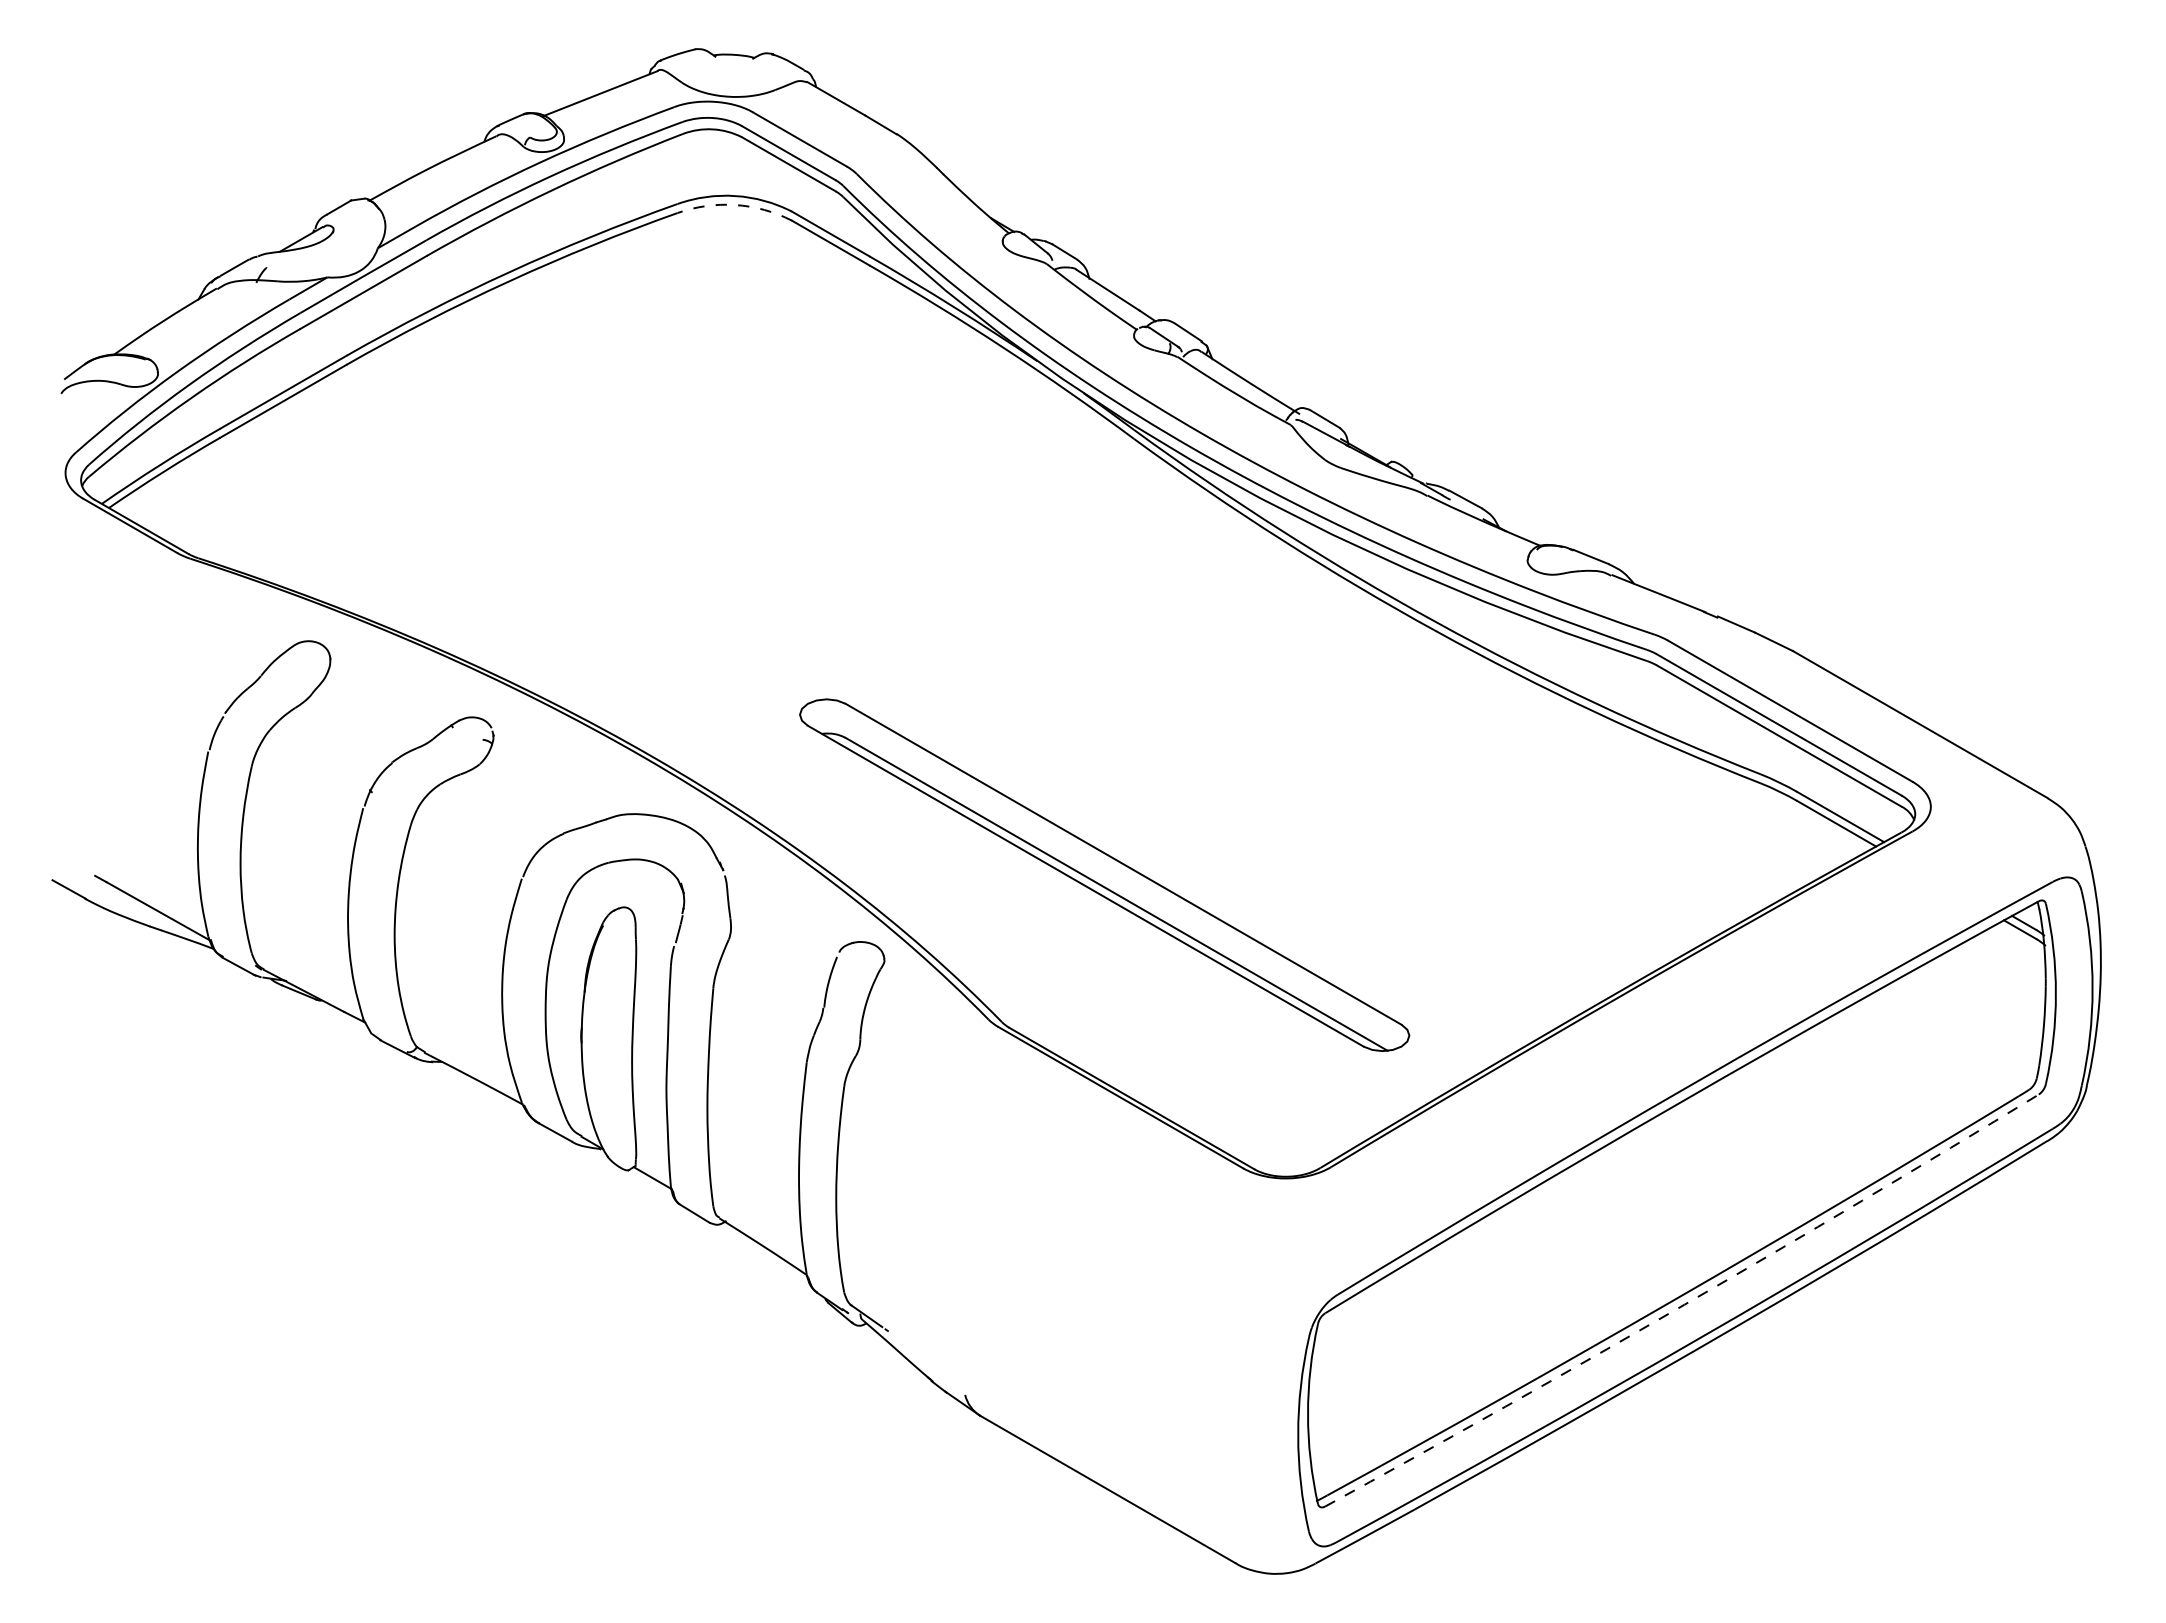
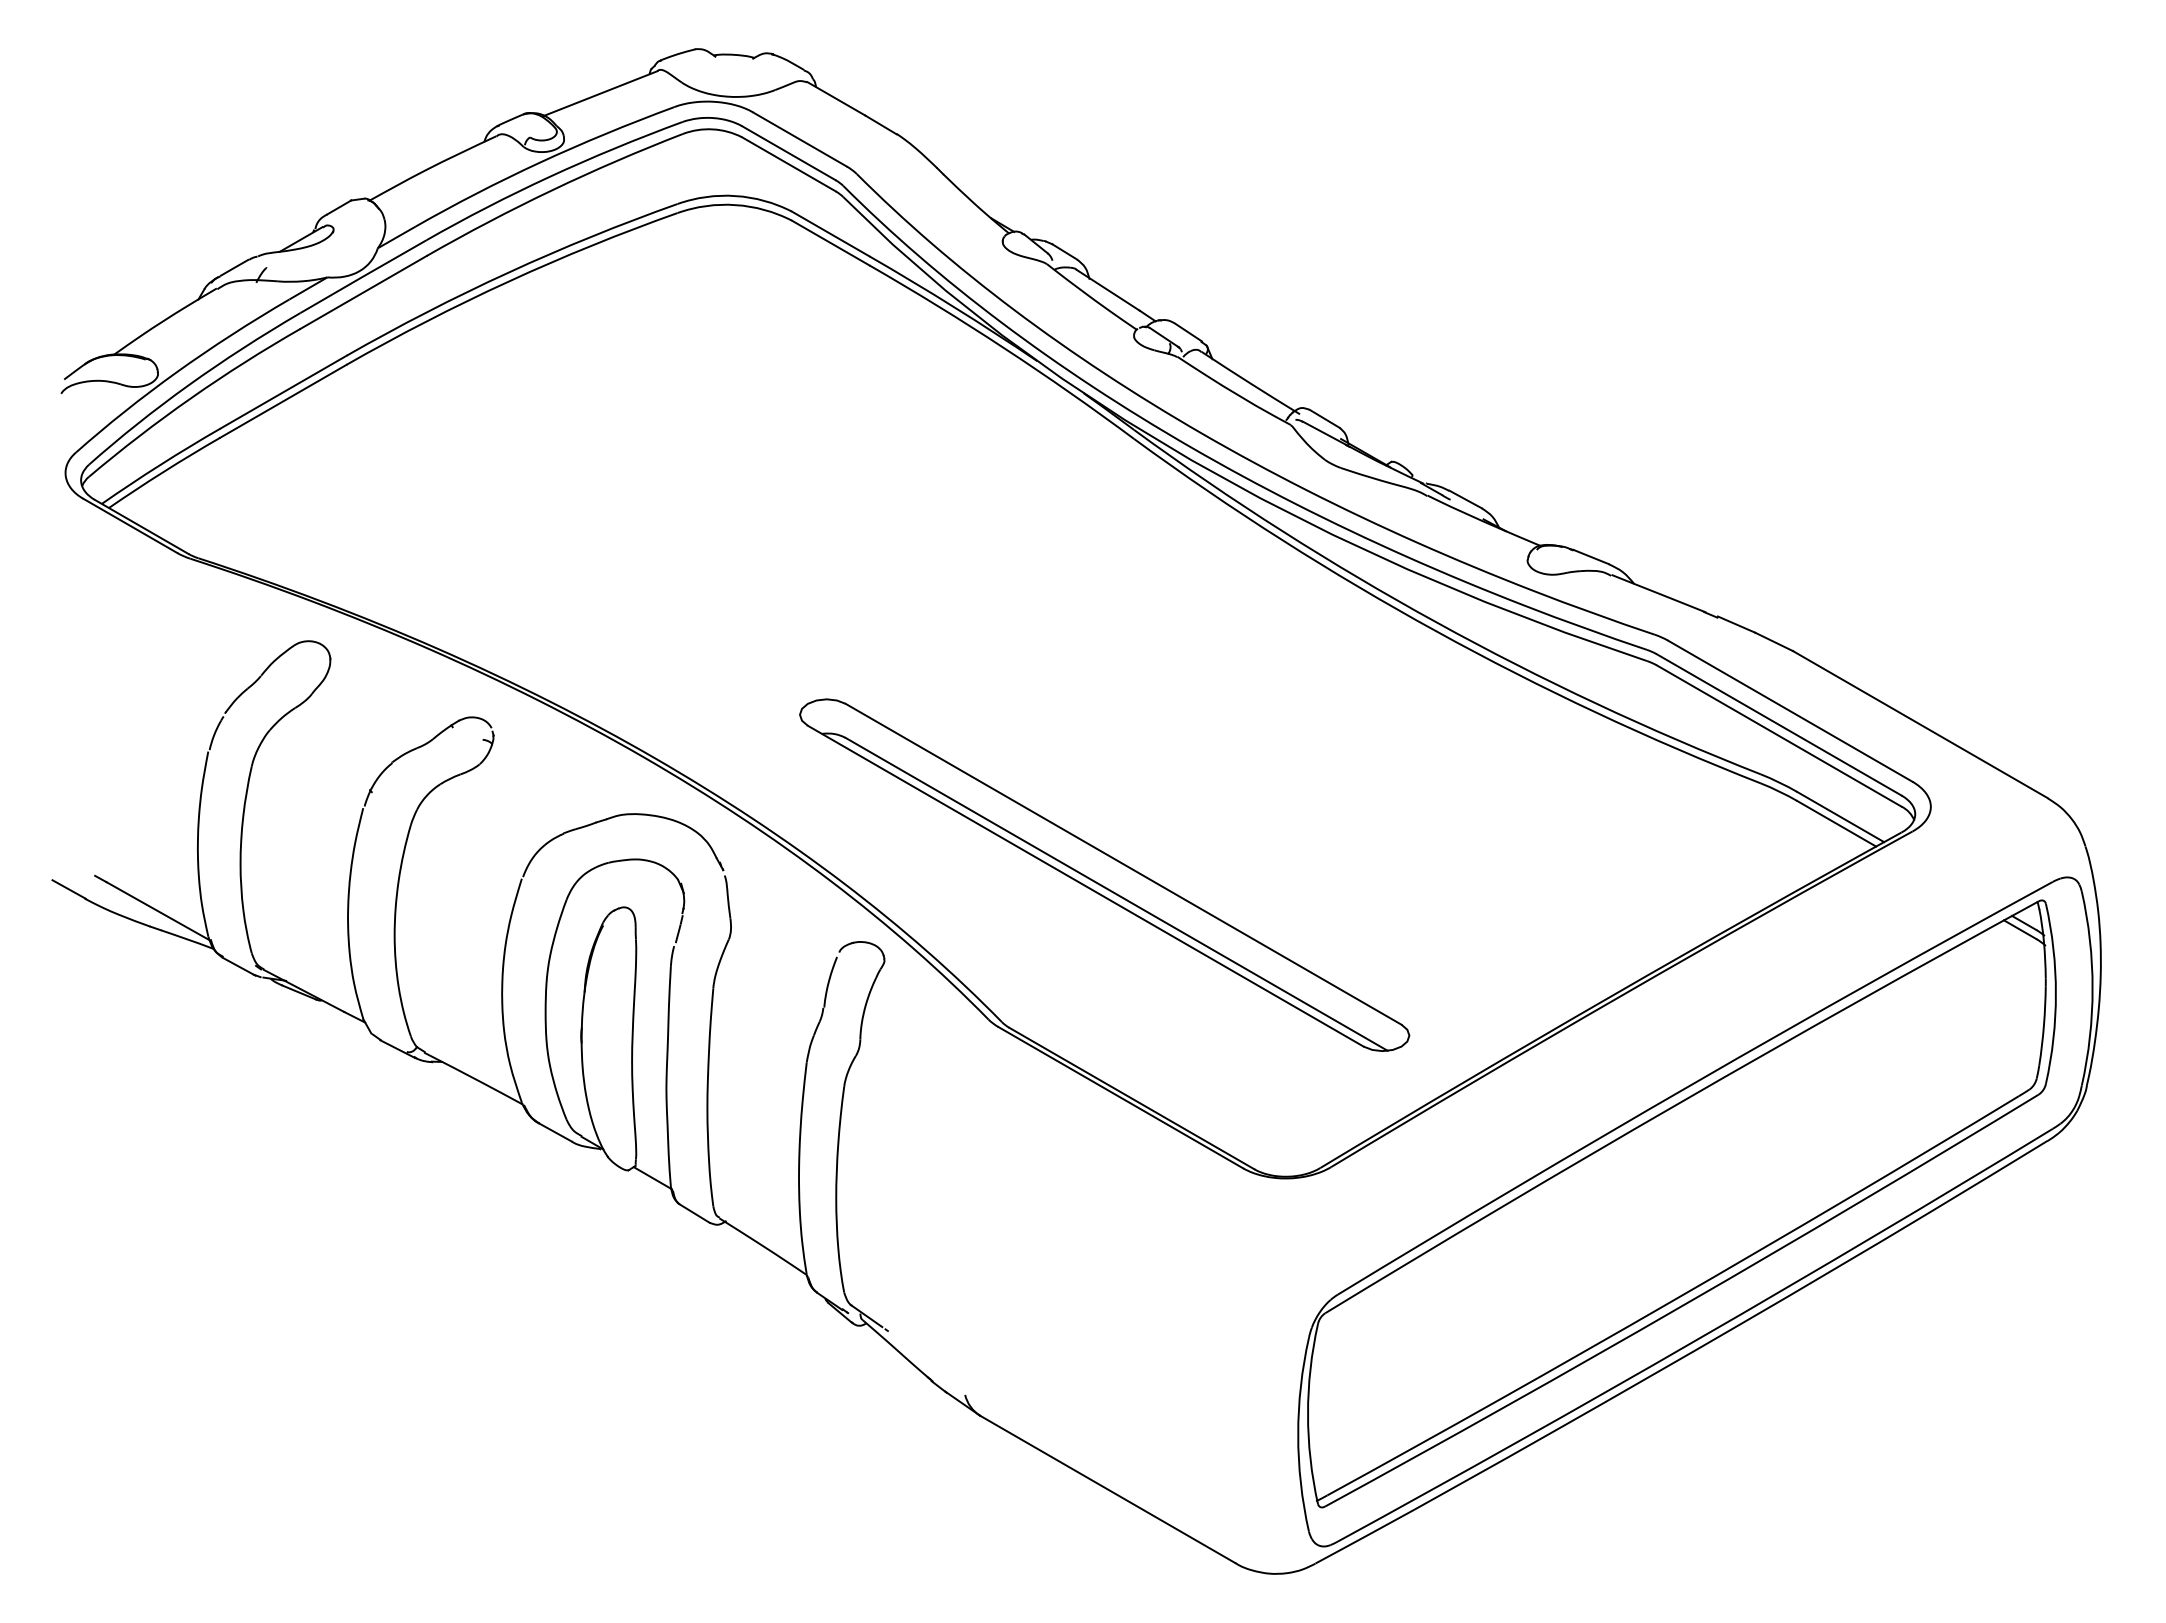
arc at (735, 205): dashed -> solid
arc at (1684, 1304): dashed -> solid
